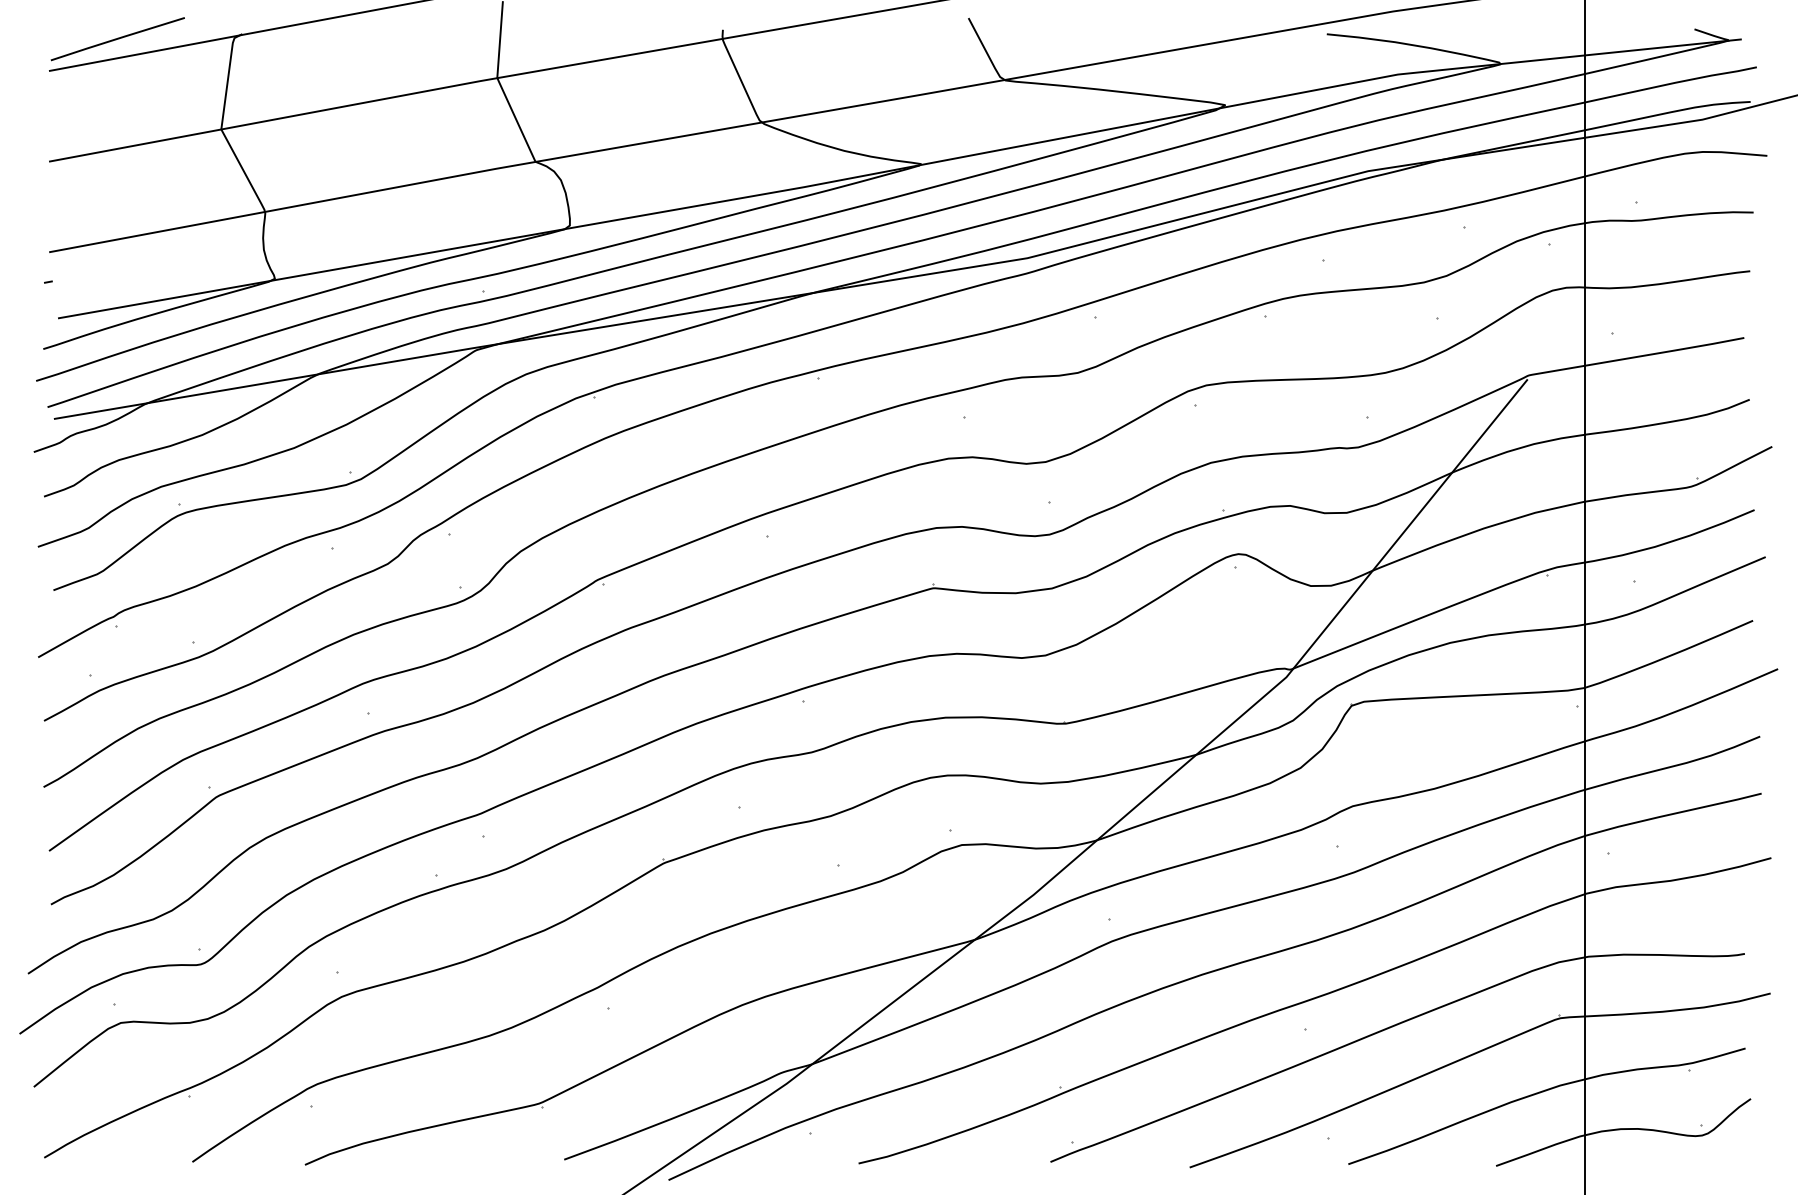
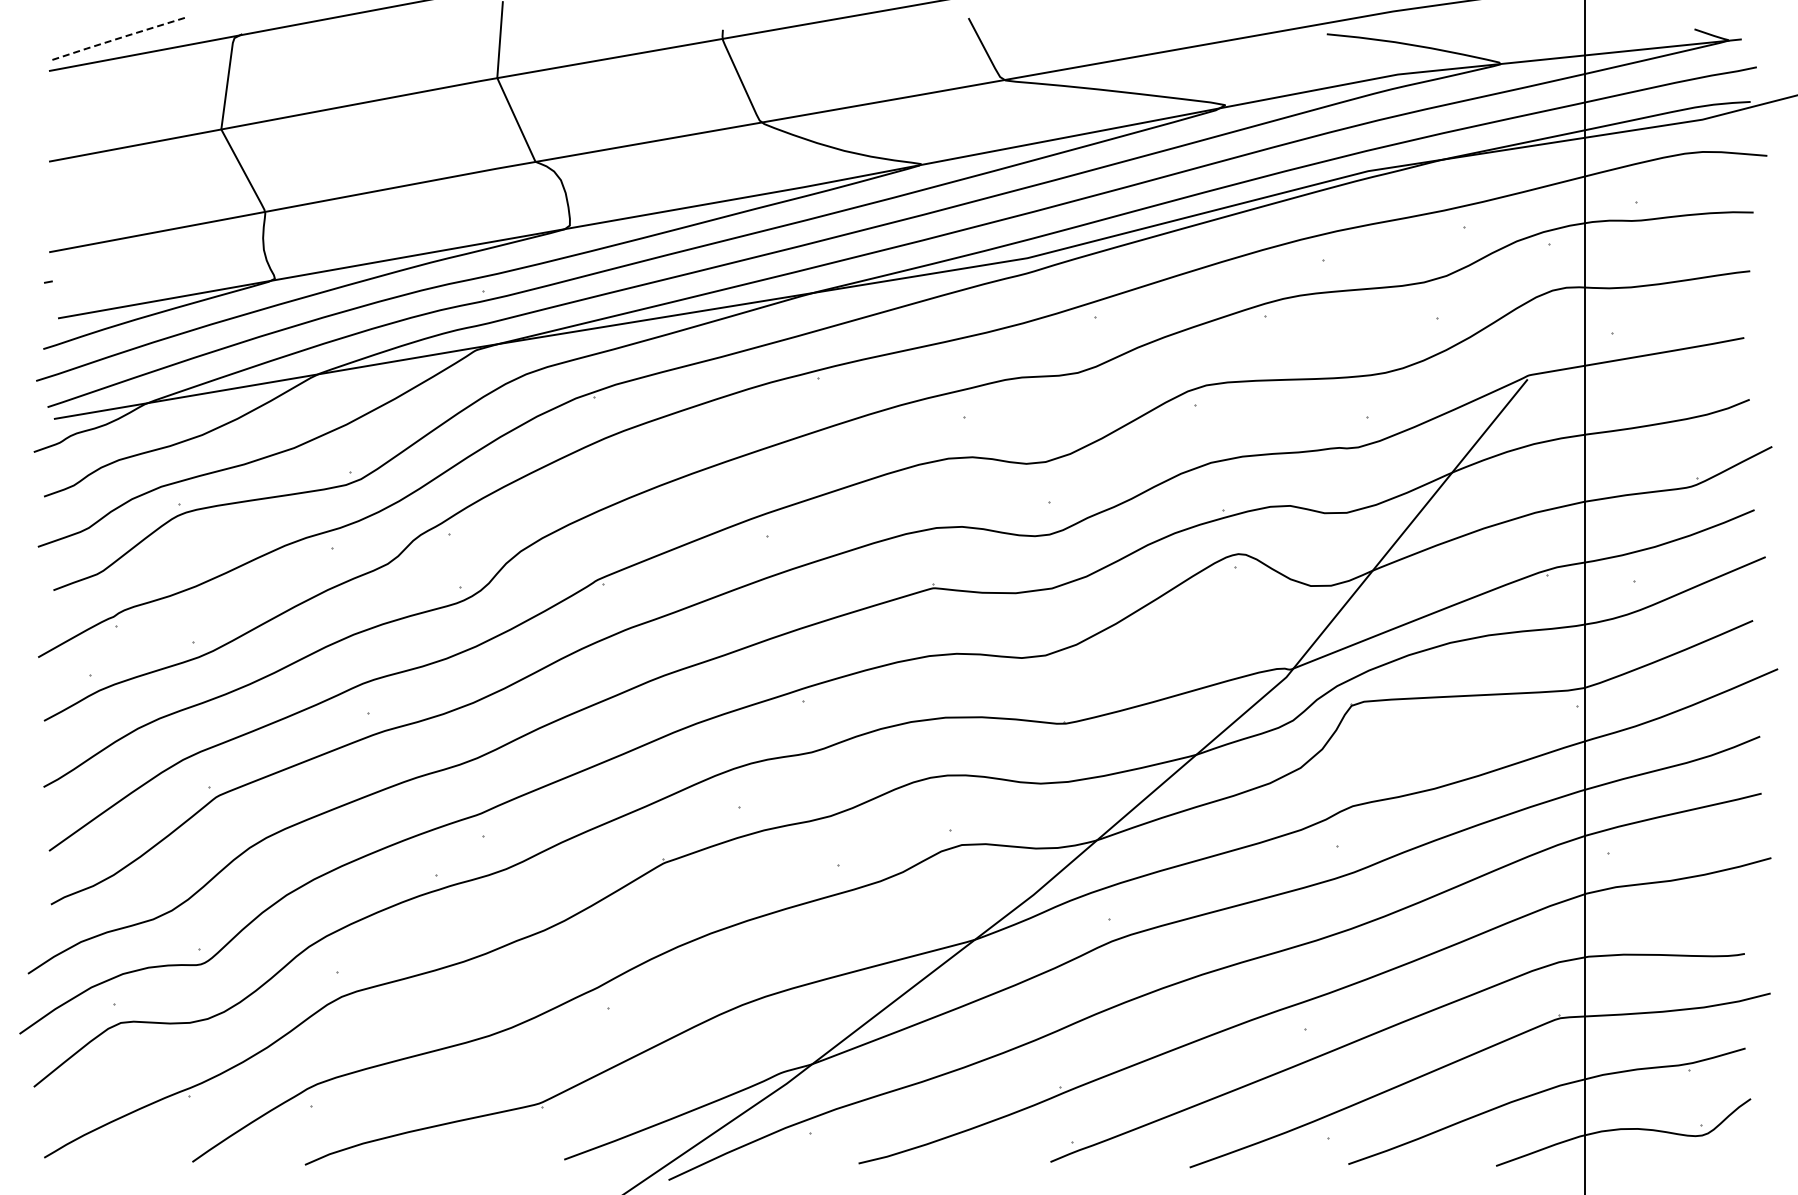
line at (118, 38): solid -> dashed
